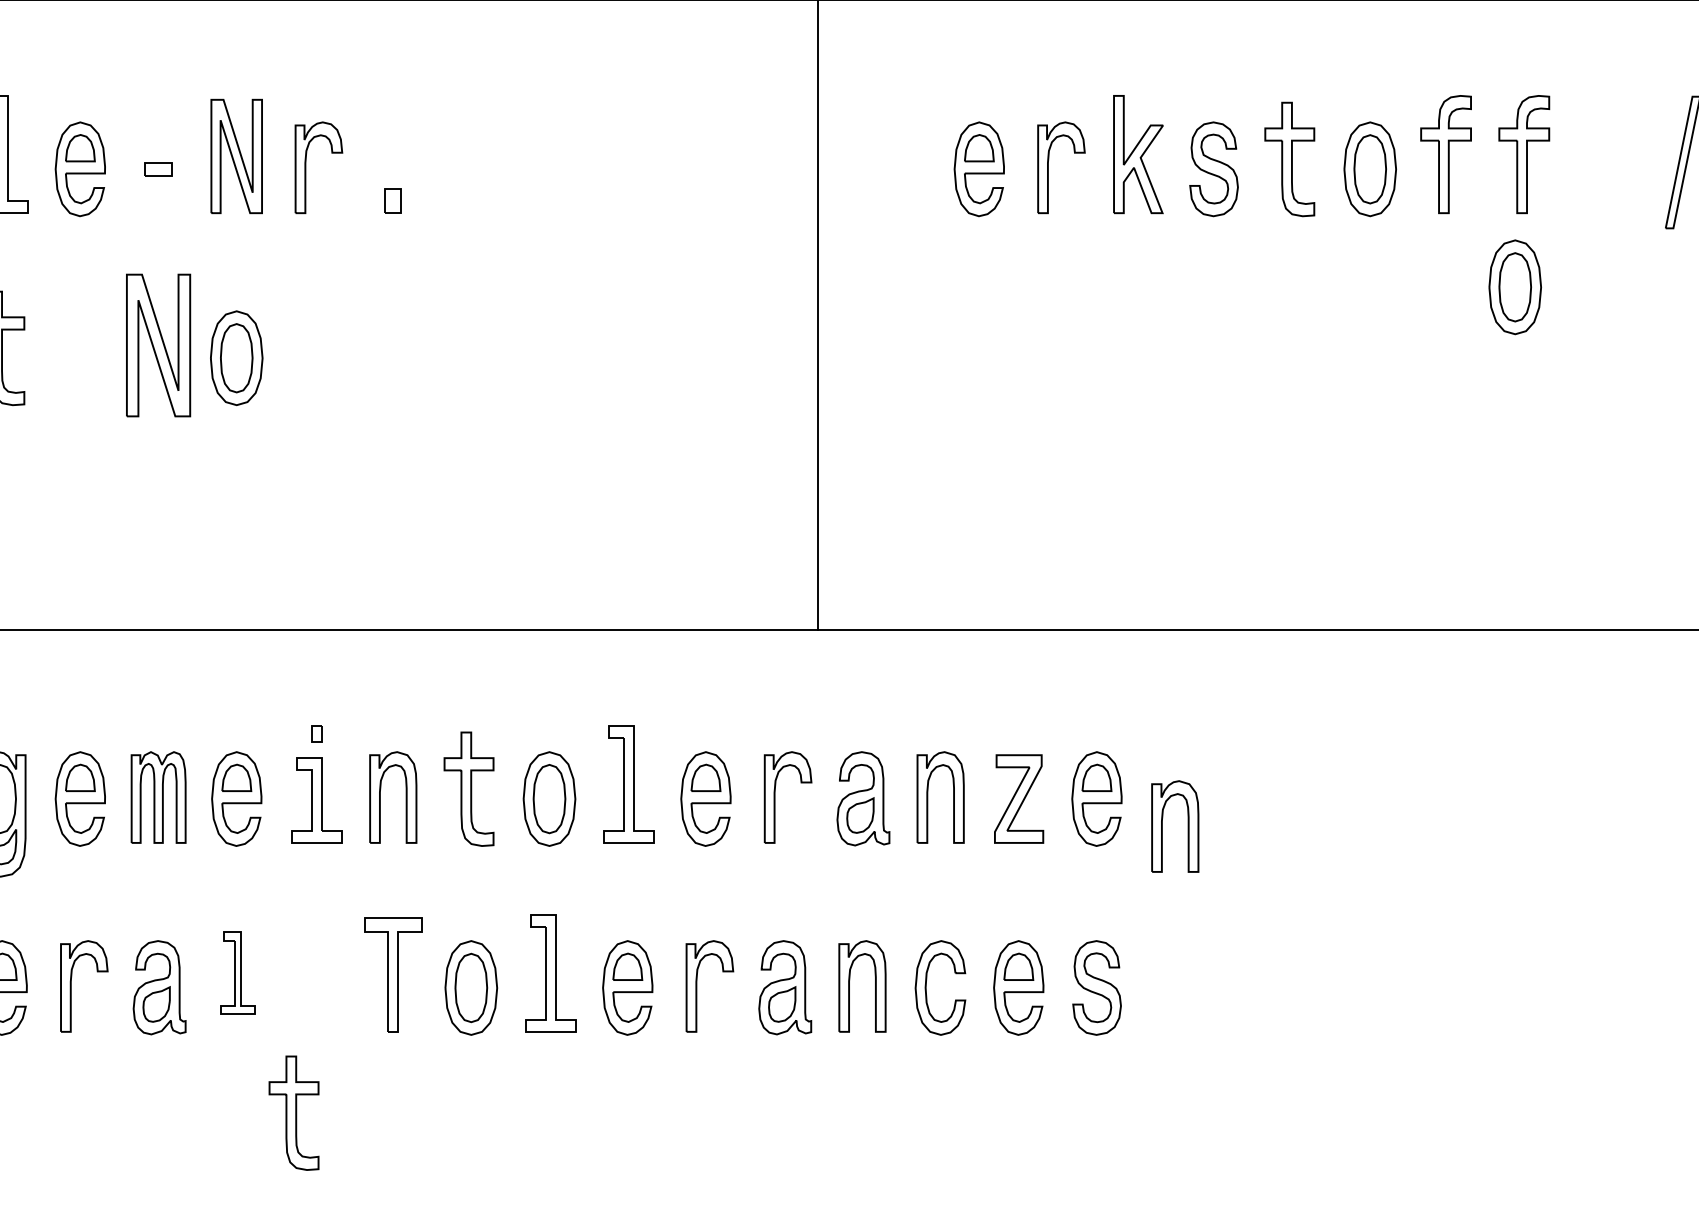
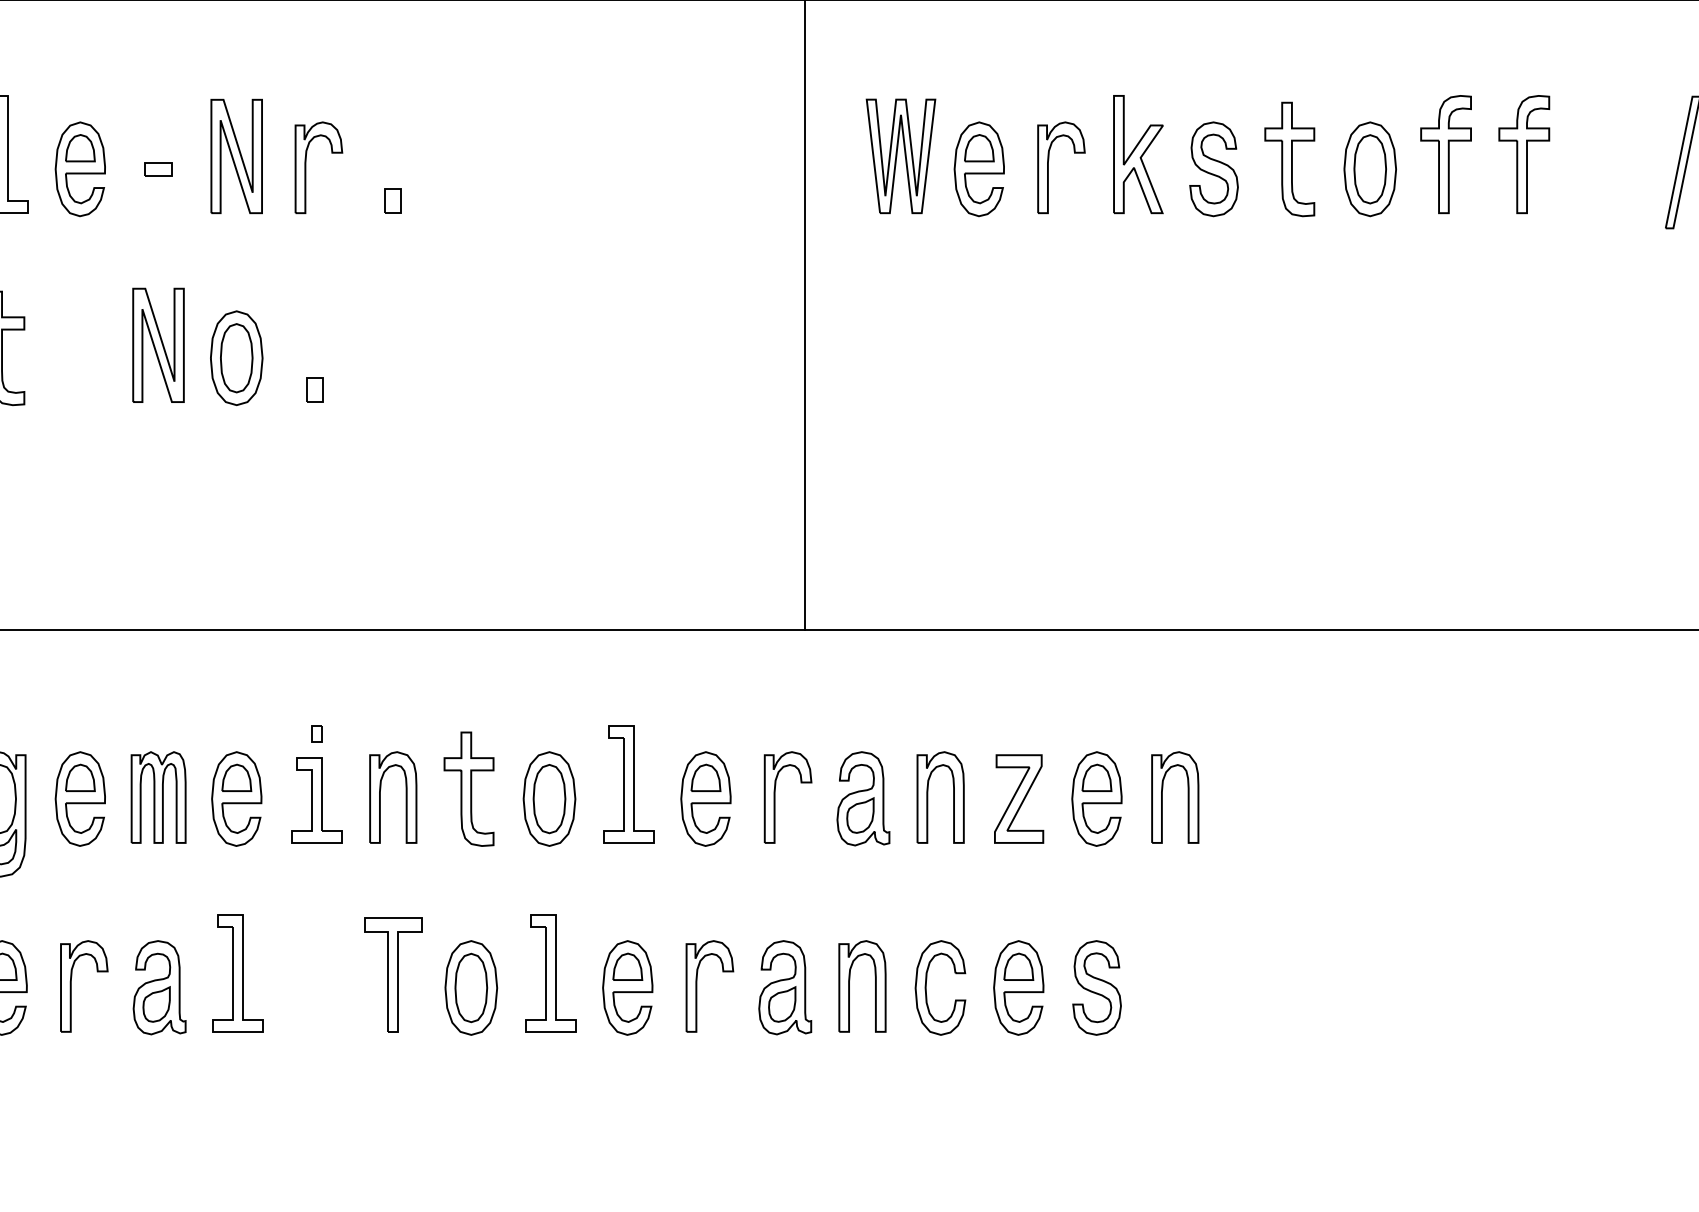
part at (900, 156): none -> present
part at (1514, 287): present -> none
line at (817, 315) position: (817, 315) -> (804, 315)
part at (158, 345) size: 66x145 px -> 53x116 px
part at (314, 389): none -> present
part at (1187, 826) position: (1187, 826) -> (1187, 797)
part at (237, 972) size: 36x84 px -> 52x119 px
part at (293, 1112): present -> none
